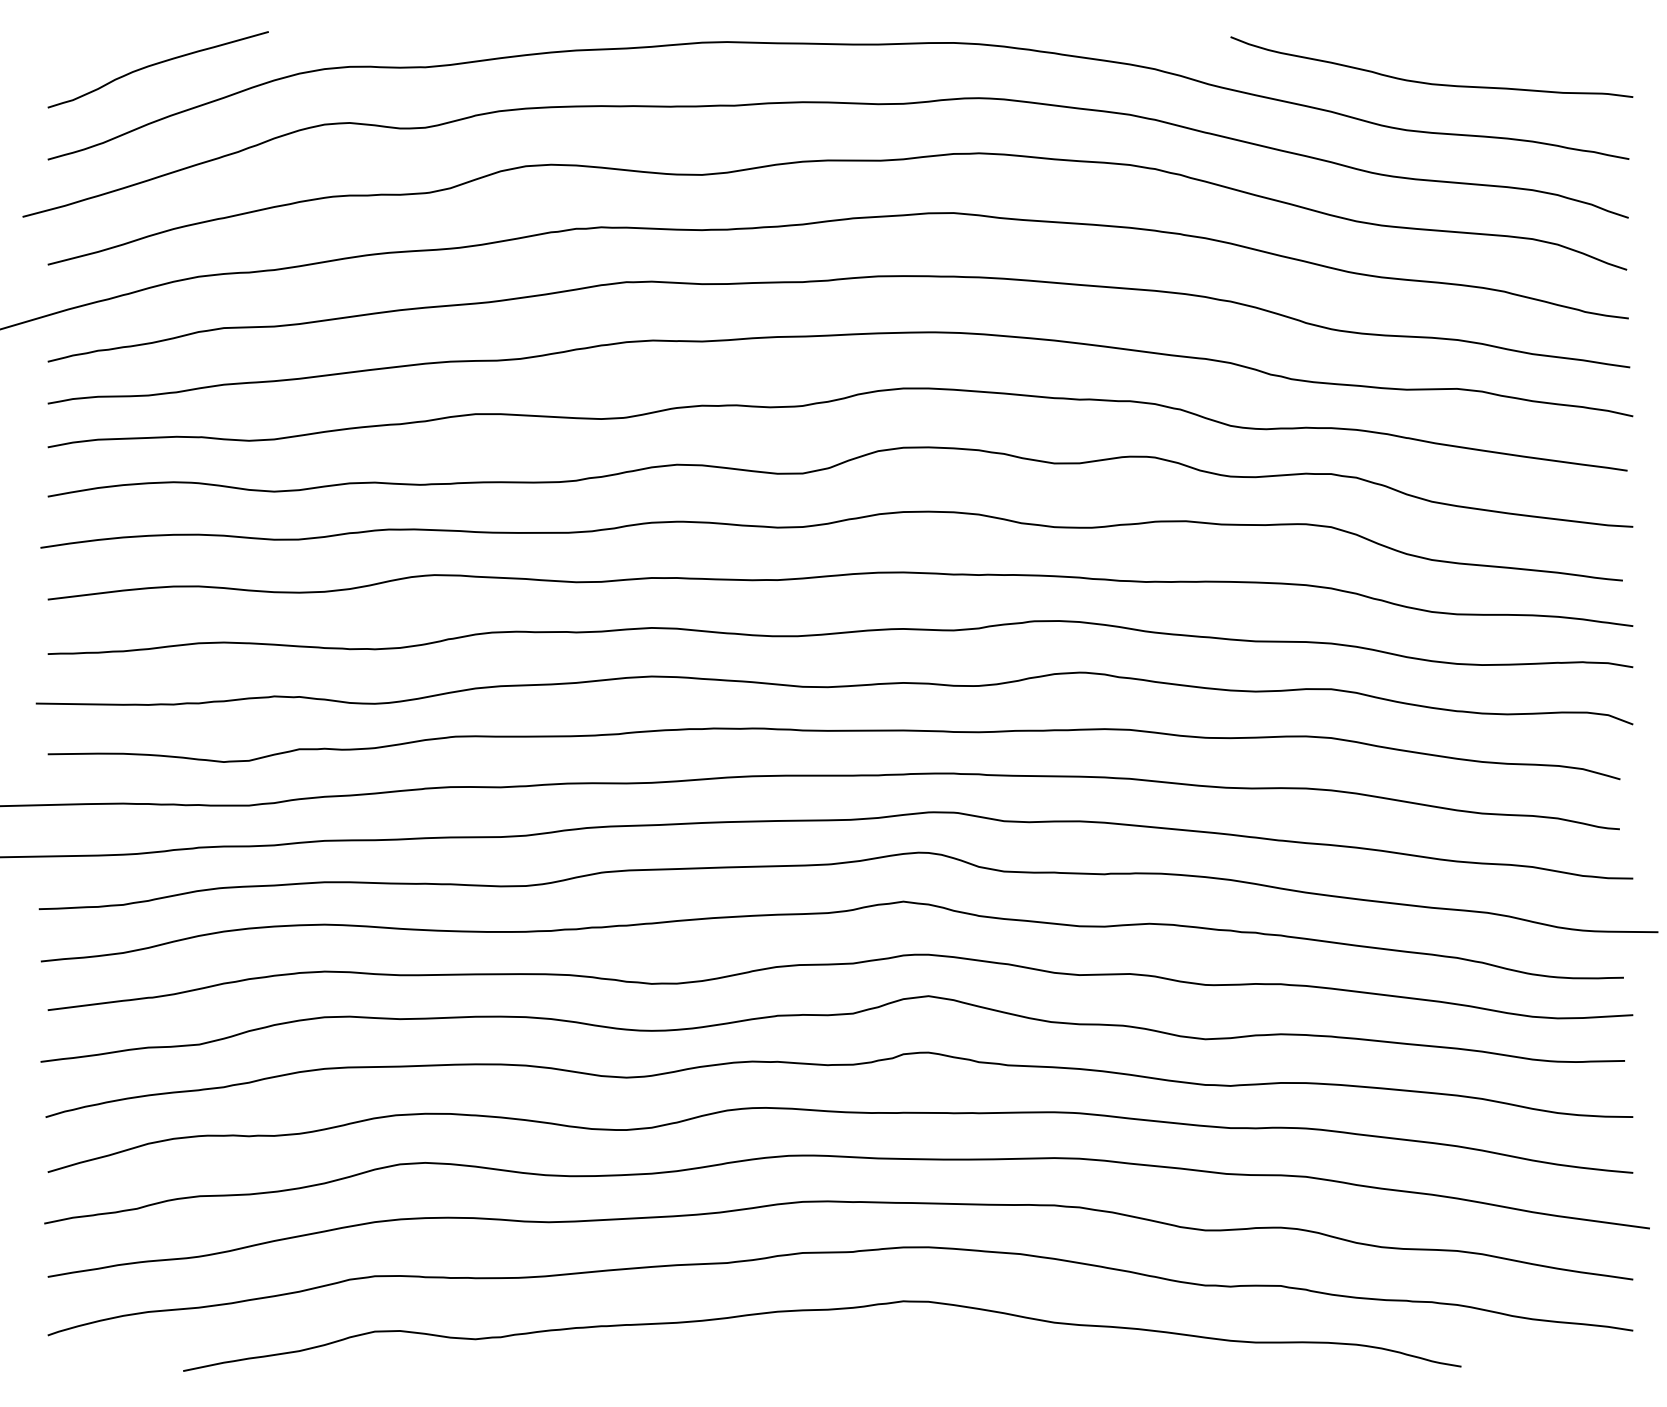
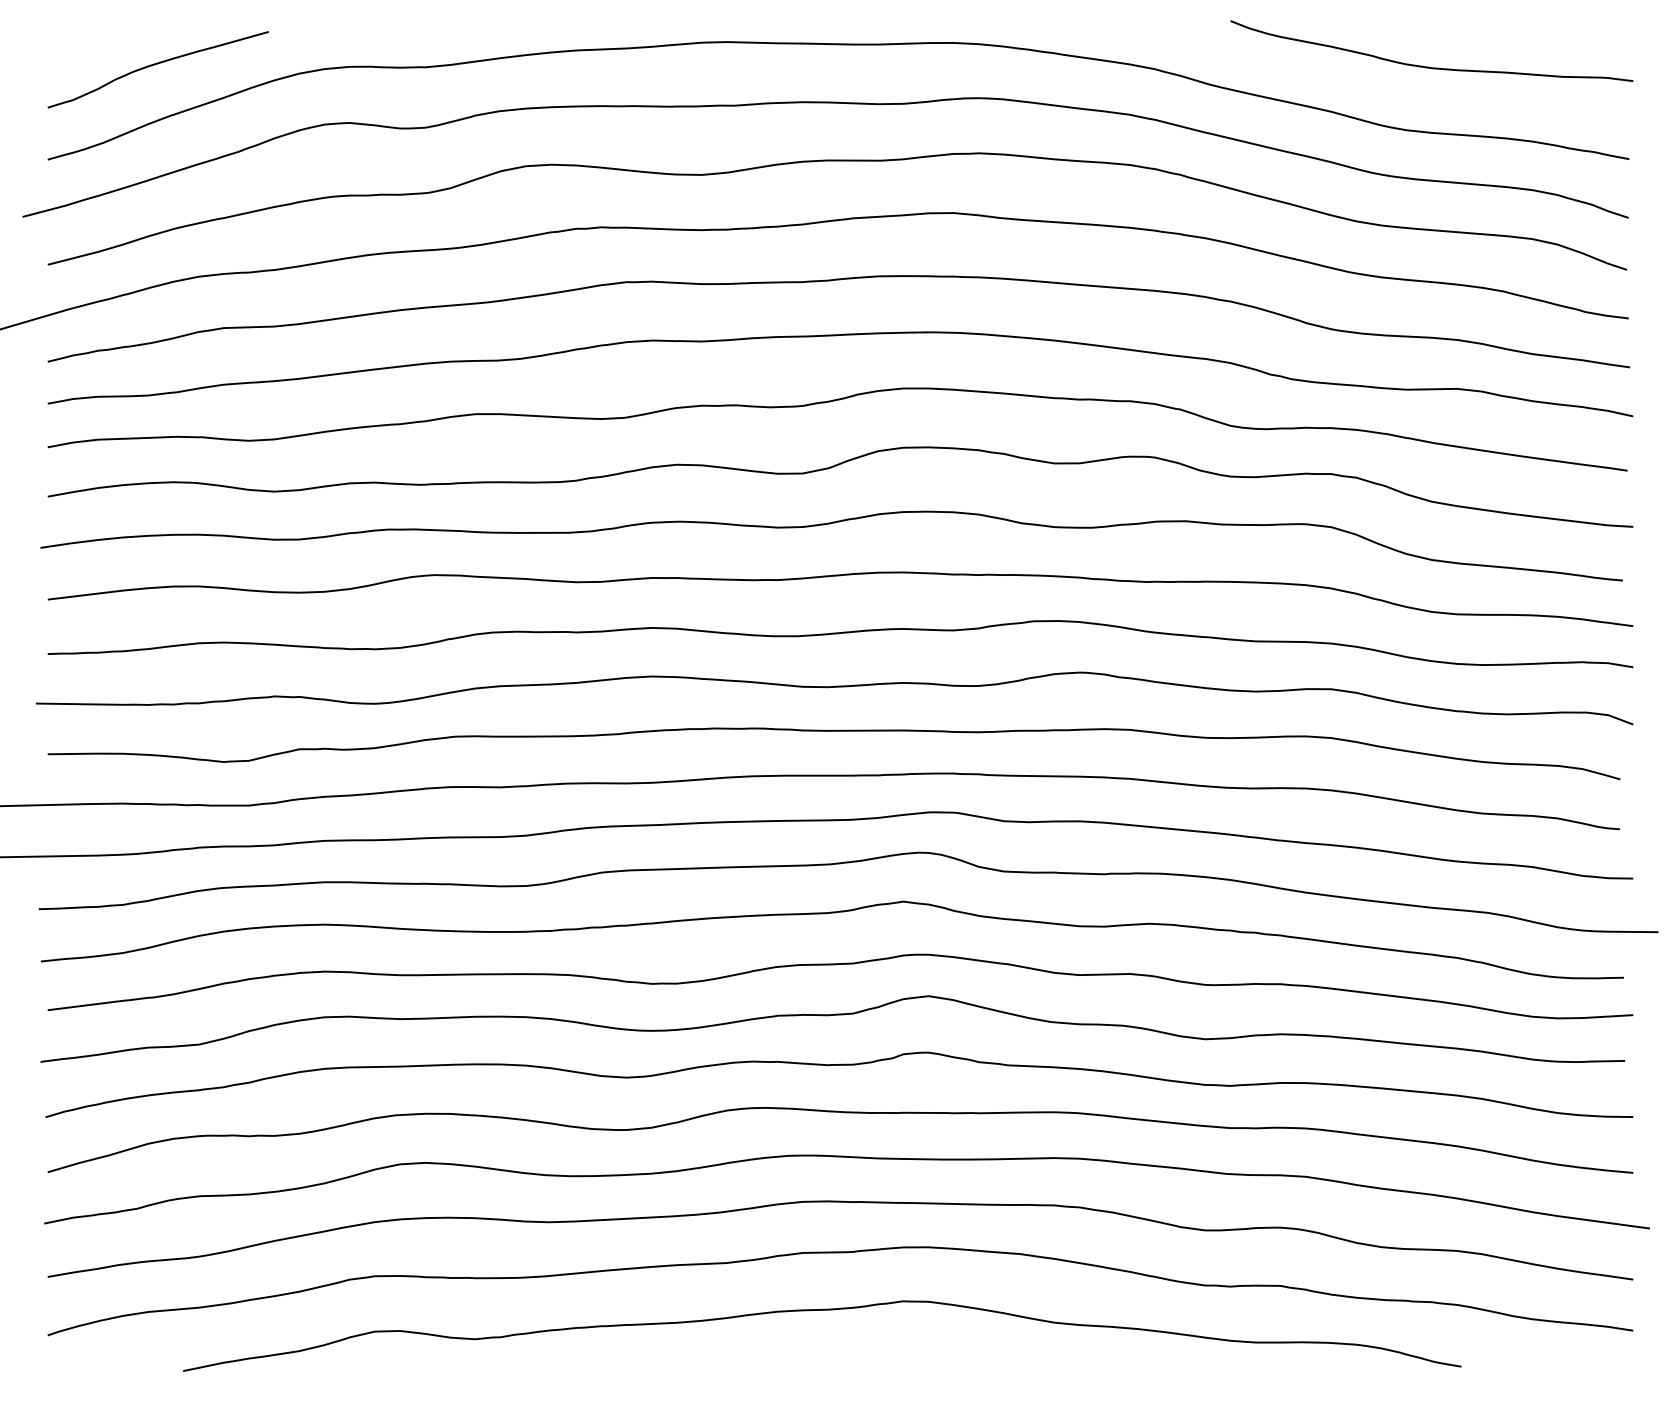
curve at (1429, 82) position: (1429, 82) -> (1429, 66)
